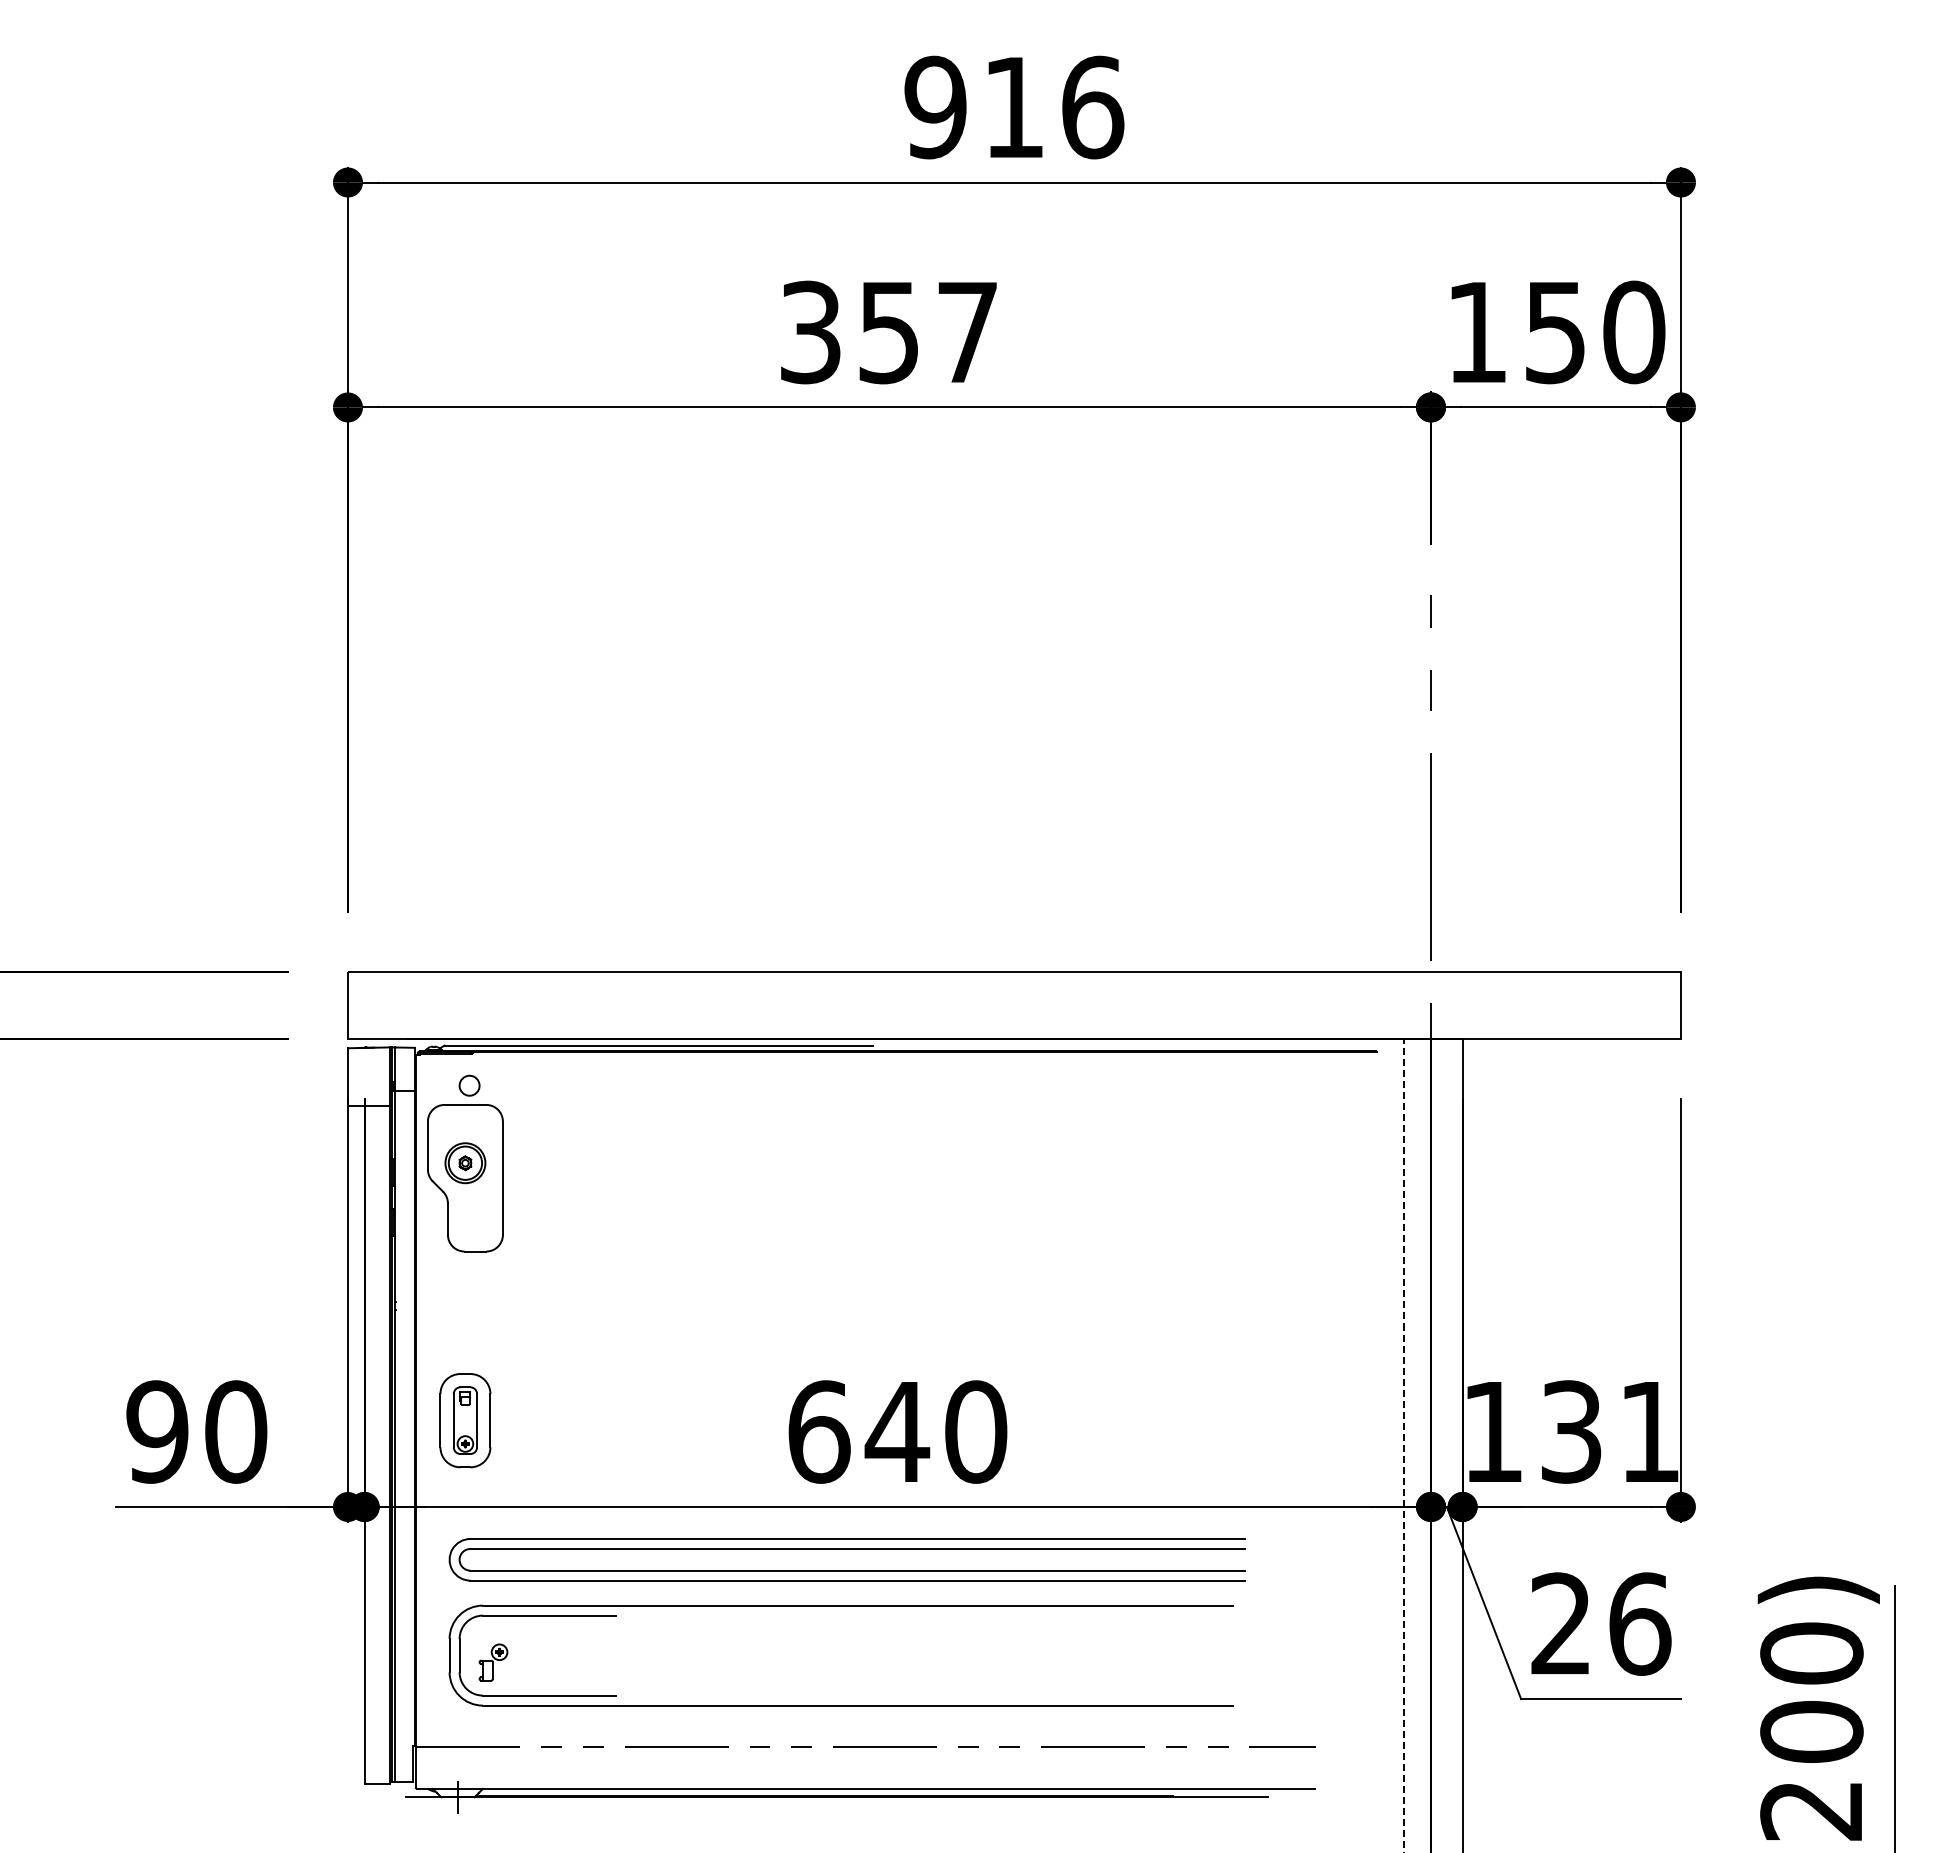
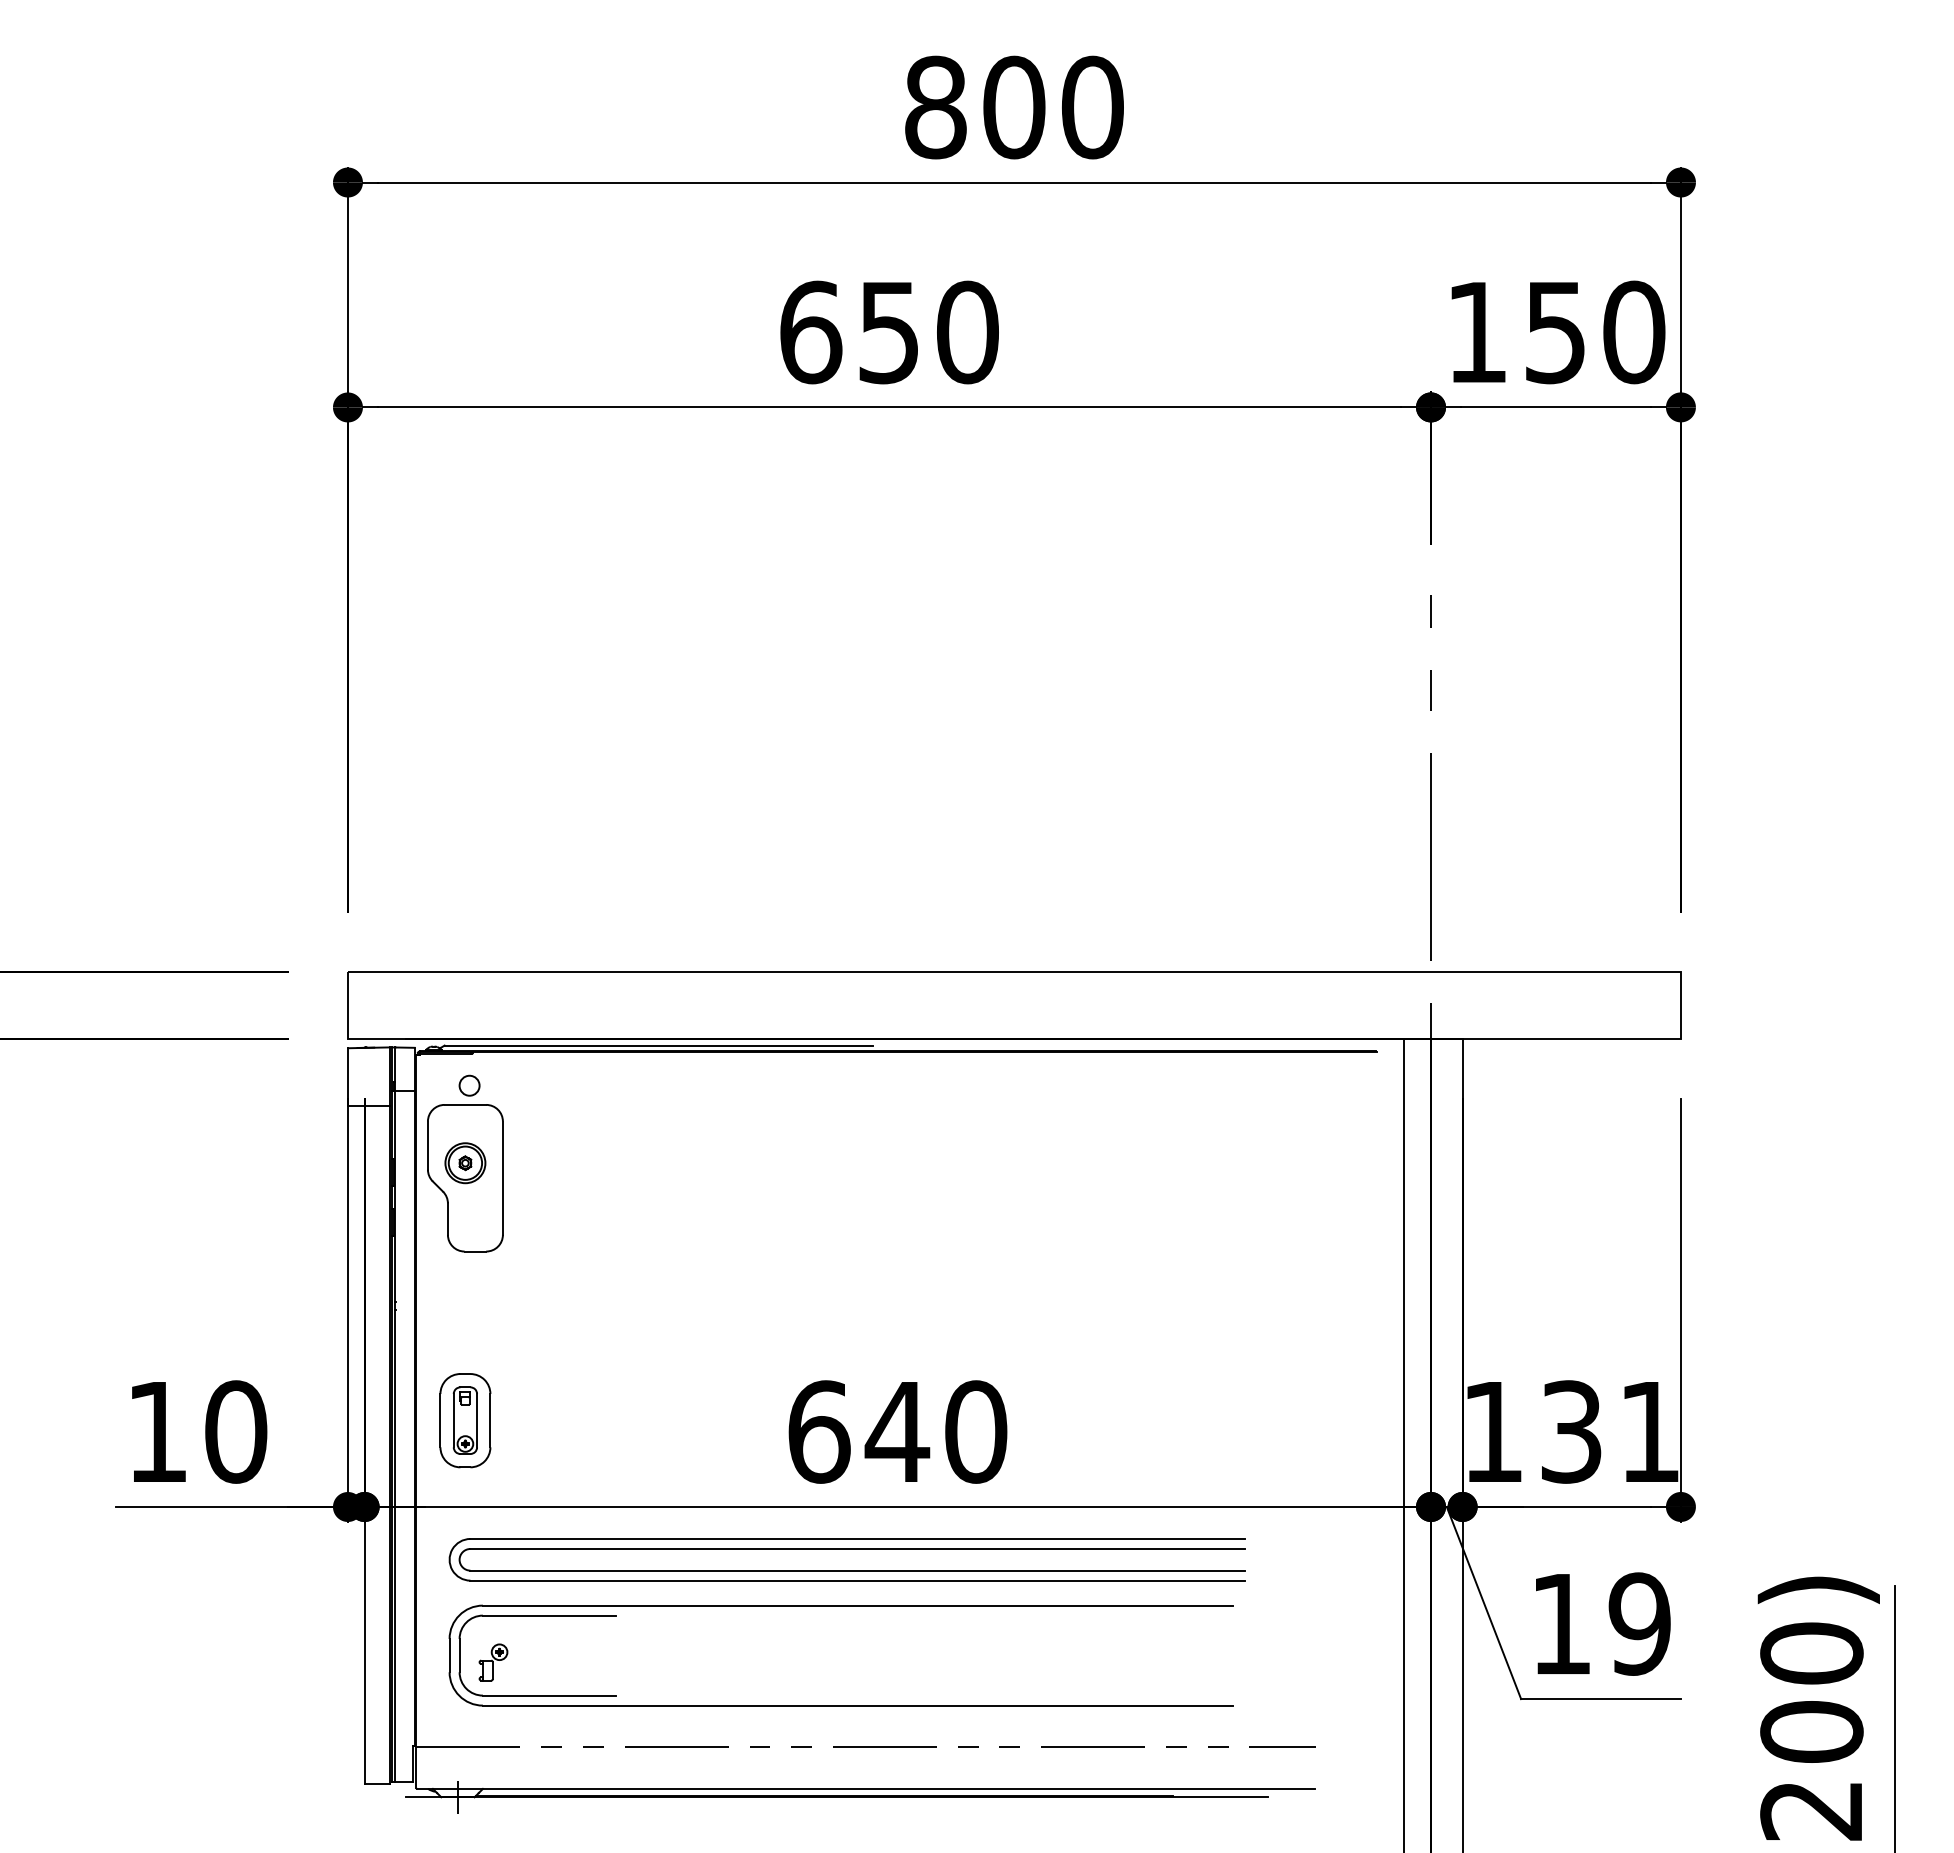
text at (1014, 107): 916 -> 800
text at (889, 332): 357 -> 650
text at (157, 1431): 90 -> 10
line at (1404, 1445): dashed -> solid
text at (1601, 1623): 26 -> 19
